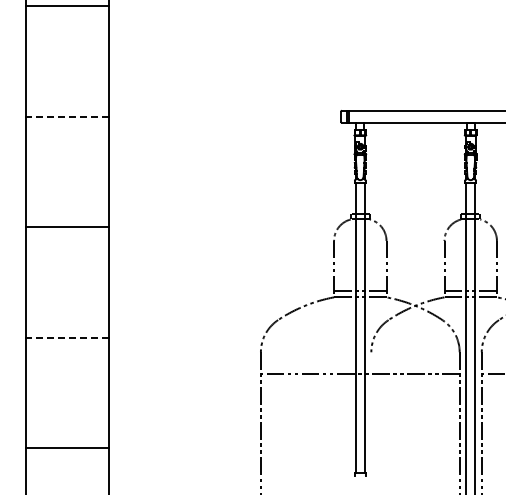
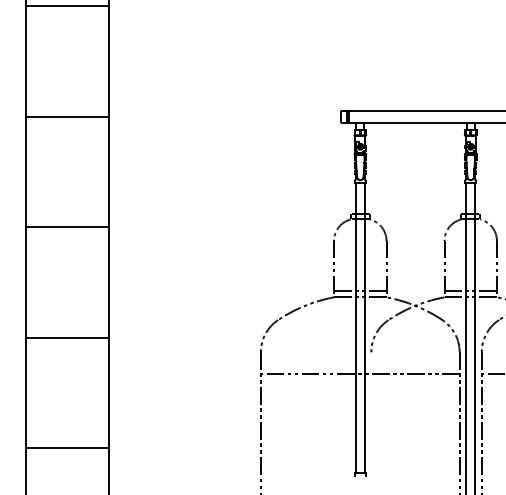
line at (67, 116): dashed -> solid
line at (67, 337): dashed -> solid
